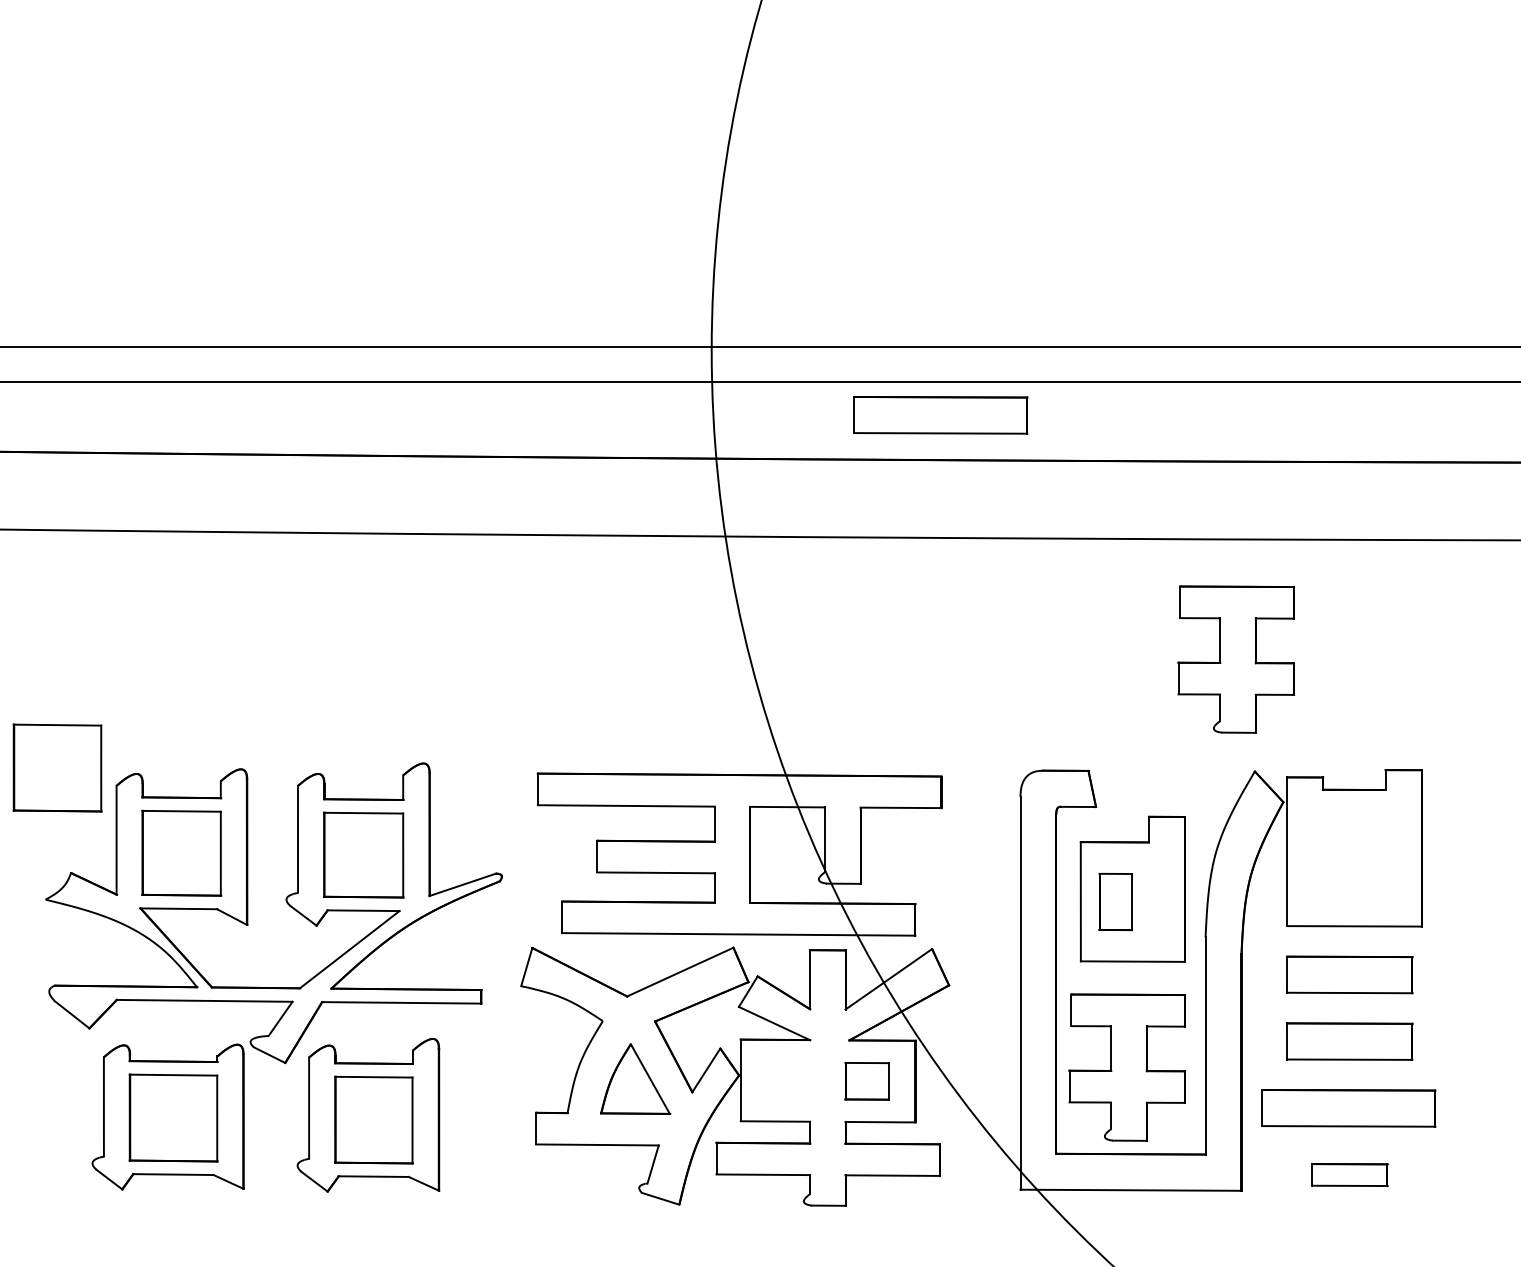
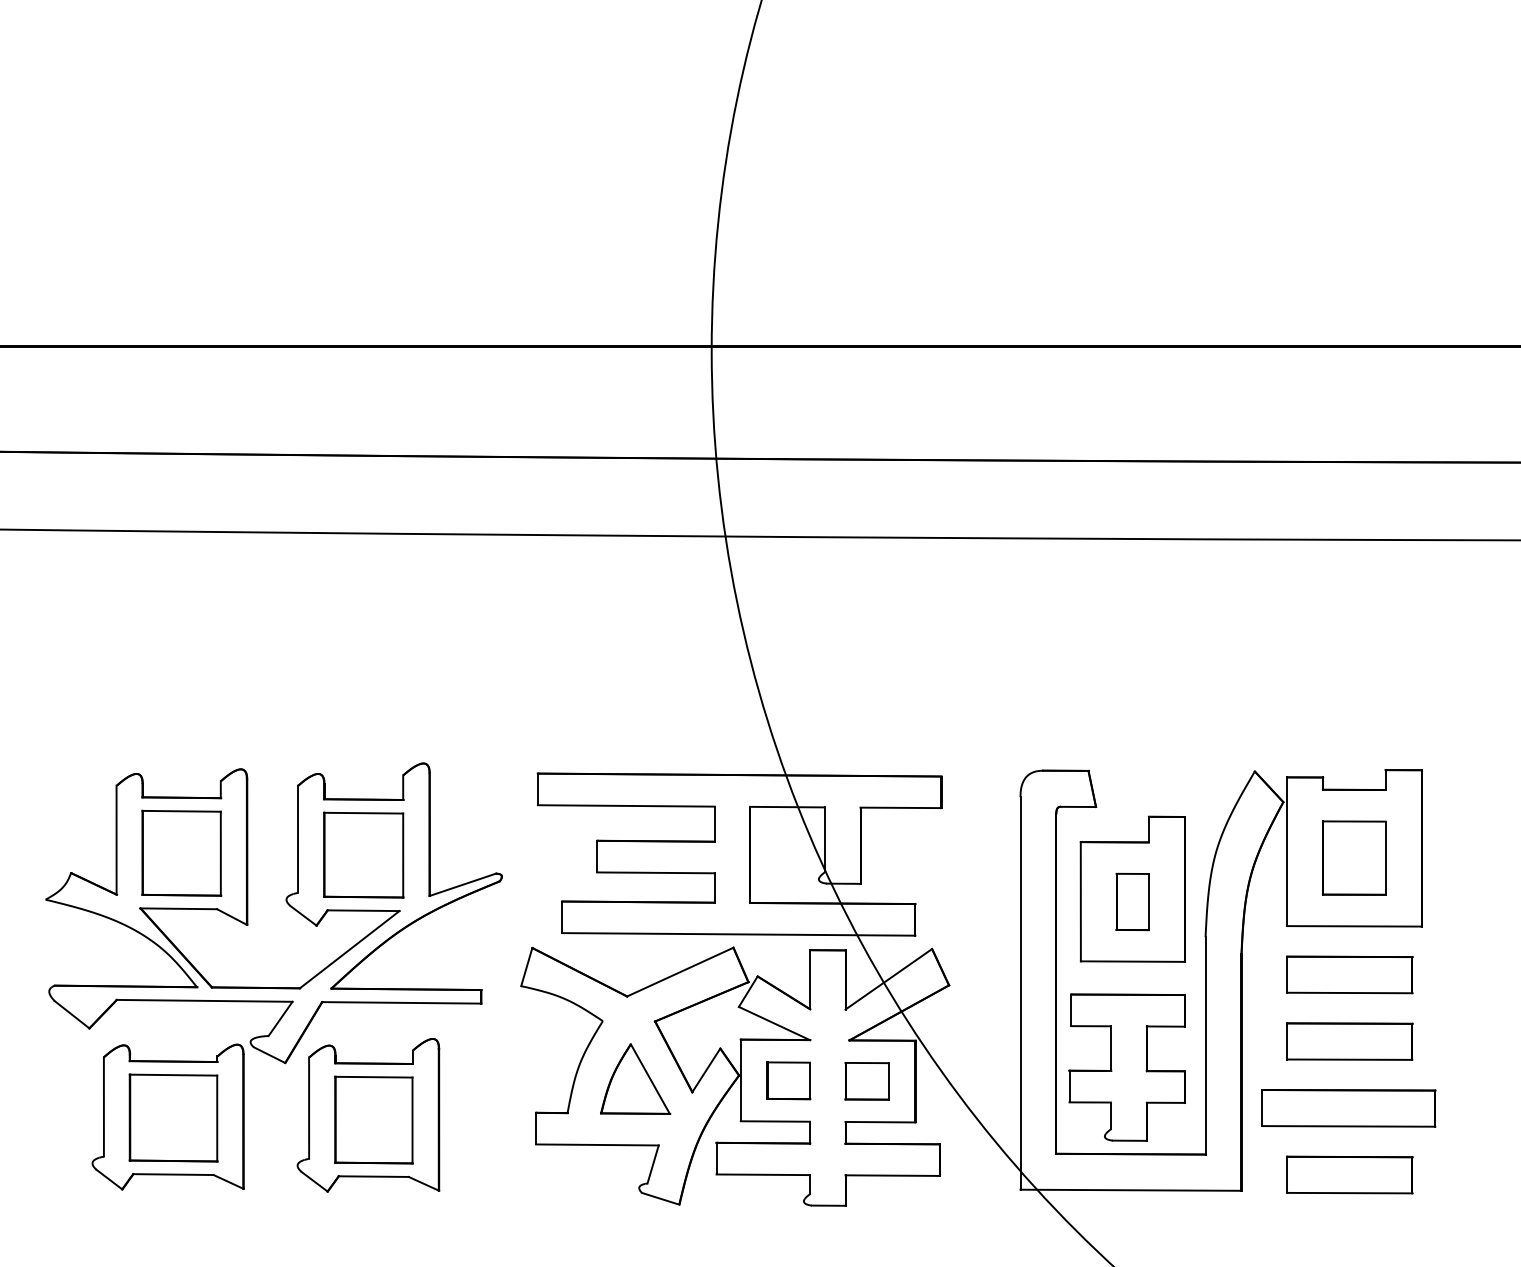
line at (759, 382) position: (759, 382) -> (759, 346)
part at (940, 415): present -> none
part at (1235, 659): present -> none
part at (57, 767): present -> none
part at (1353, 857): none -> present
part at (1115, 901) position: (1115, 901) -> (1132, 901)
part at (788, 1080): none -> present
part at (1349, 1174) size: 78x24 px -> 128x40 px
